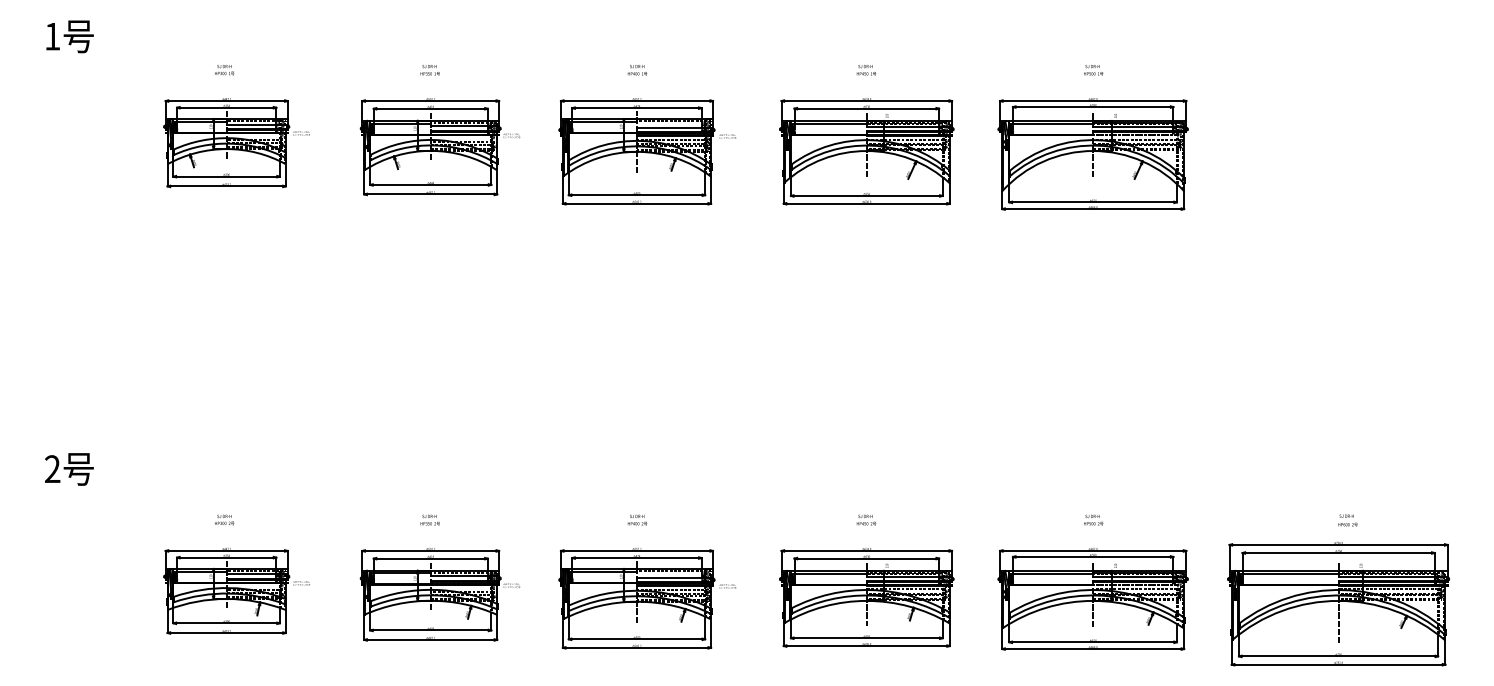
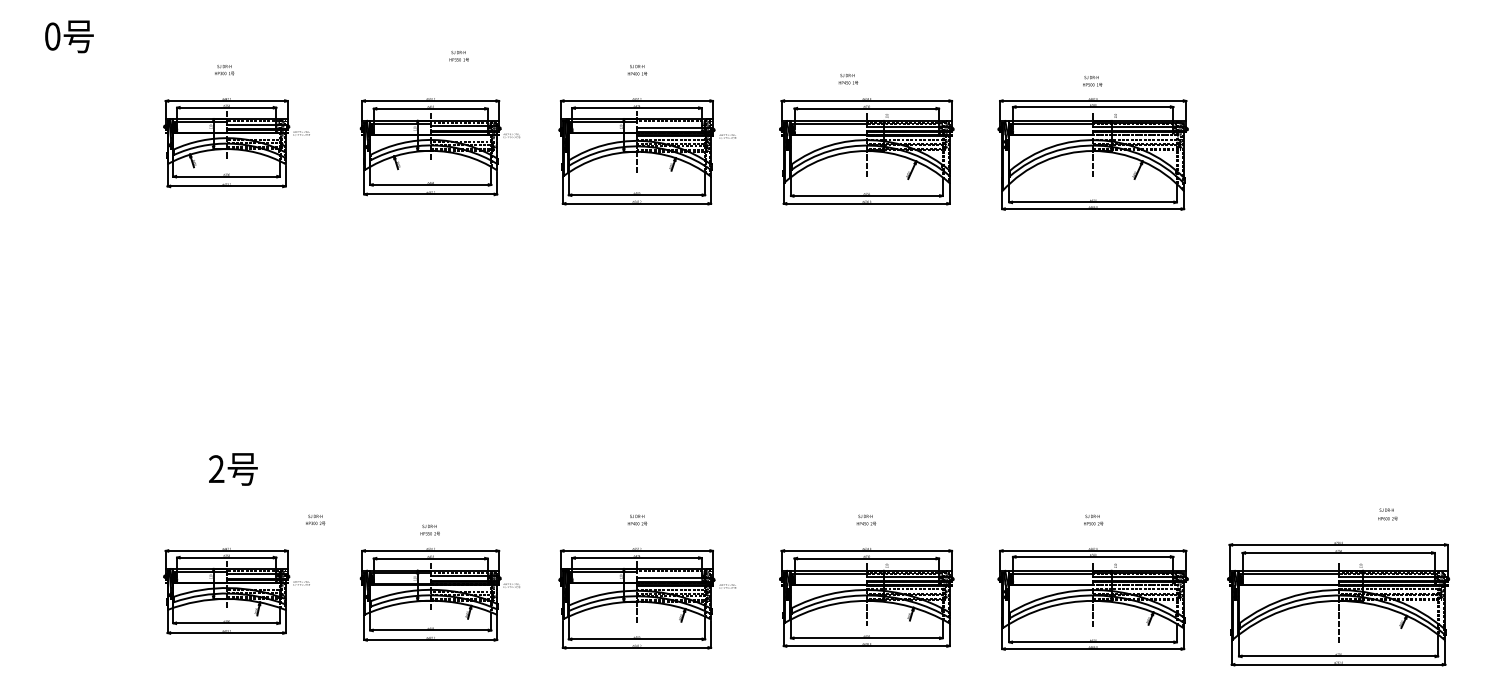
text at (52, 36): 1 -> 0
text at (429, 70) position: (429, 70) -> (458, 56)
text at (866, 70) position: (866, 70) -> (848, 79)
text at (1093, 70) position: (1093, 70) -> (1092, 81)
text at (69, 469) position: (69, 469) -> (233, 469)
text at (224, 519) position: (224, 519) -> (315, 519)
text at (429, 519) position: (429, 519) -> (429, 529)
text at (1347, 520) position: (1347, 520) -> (1387, 514)
